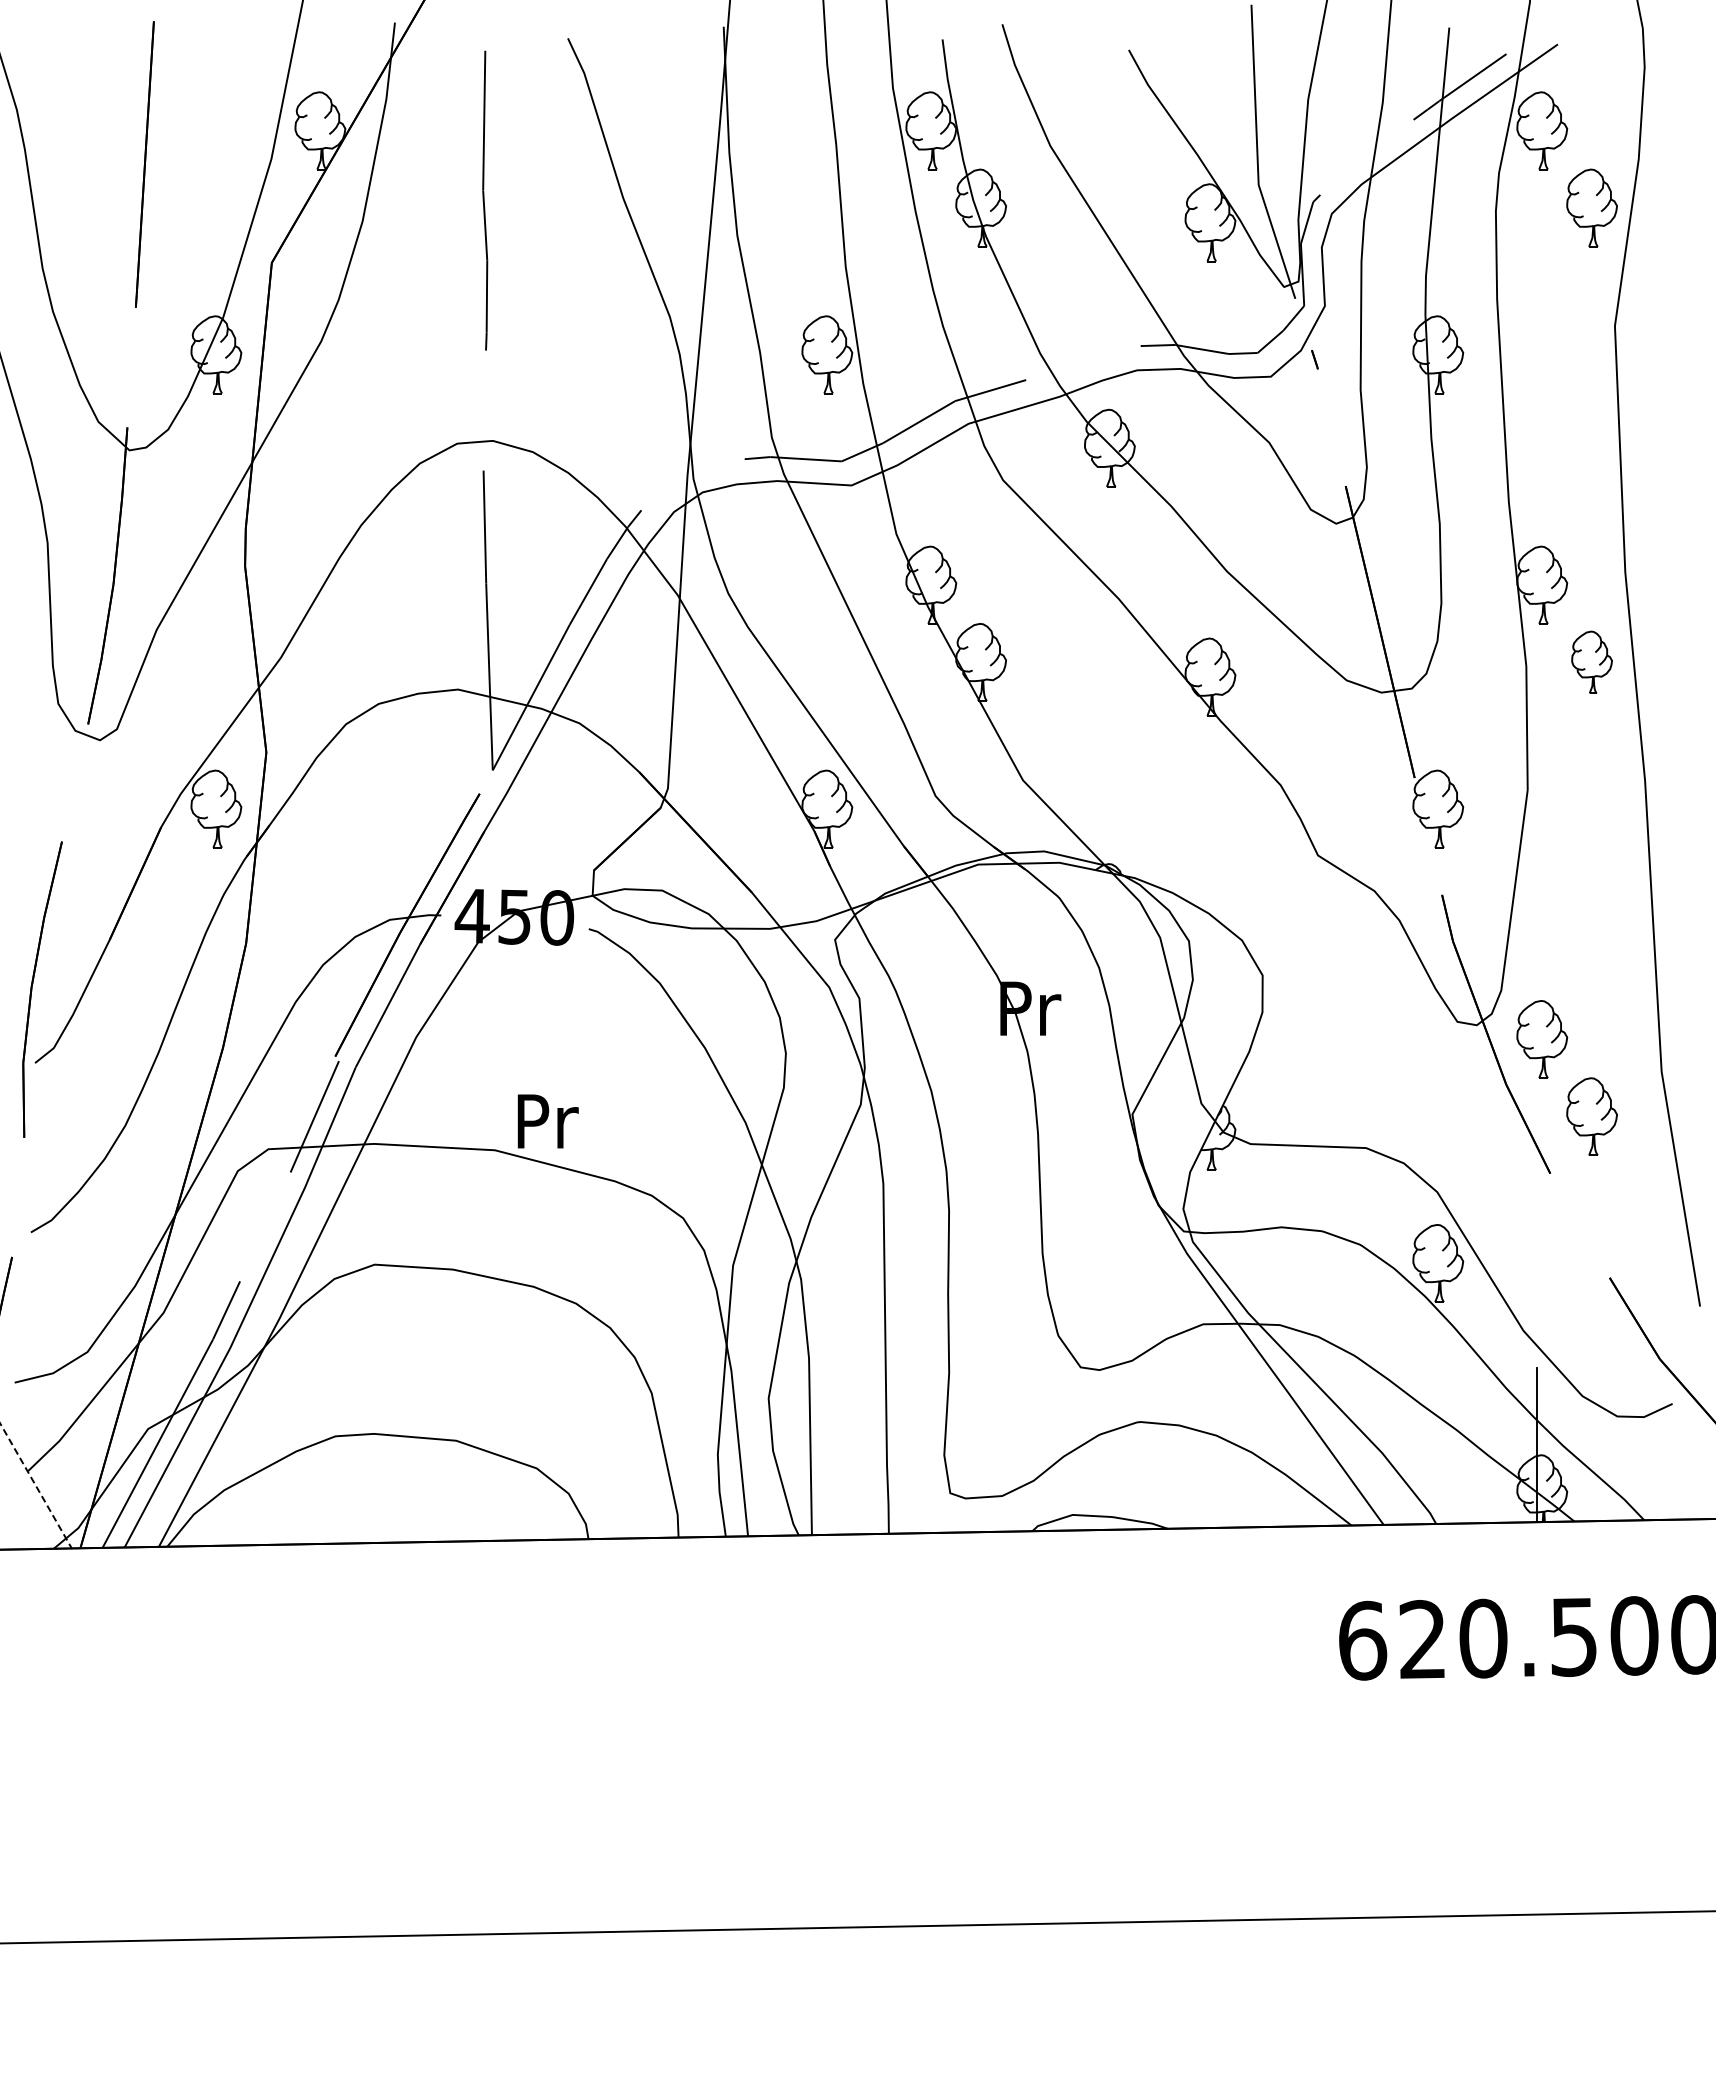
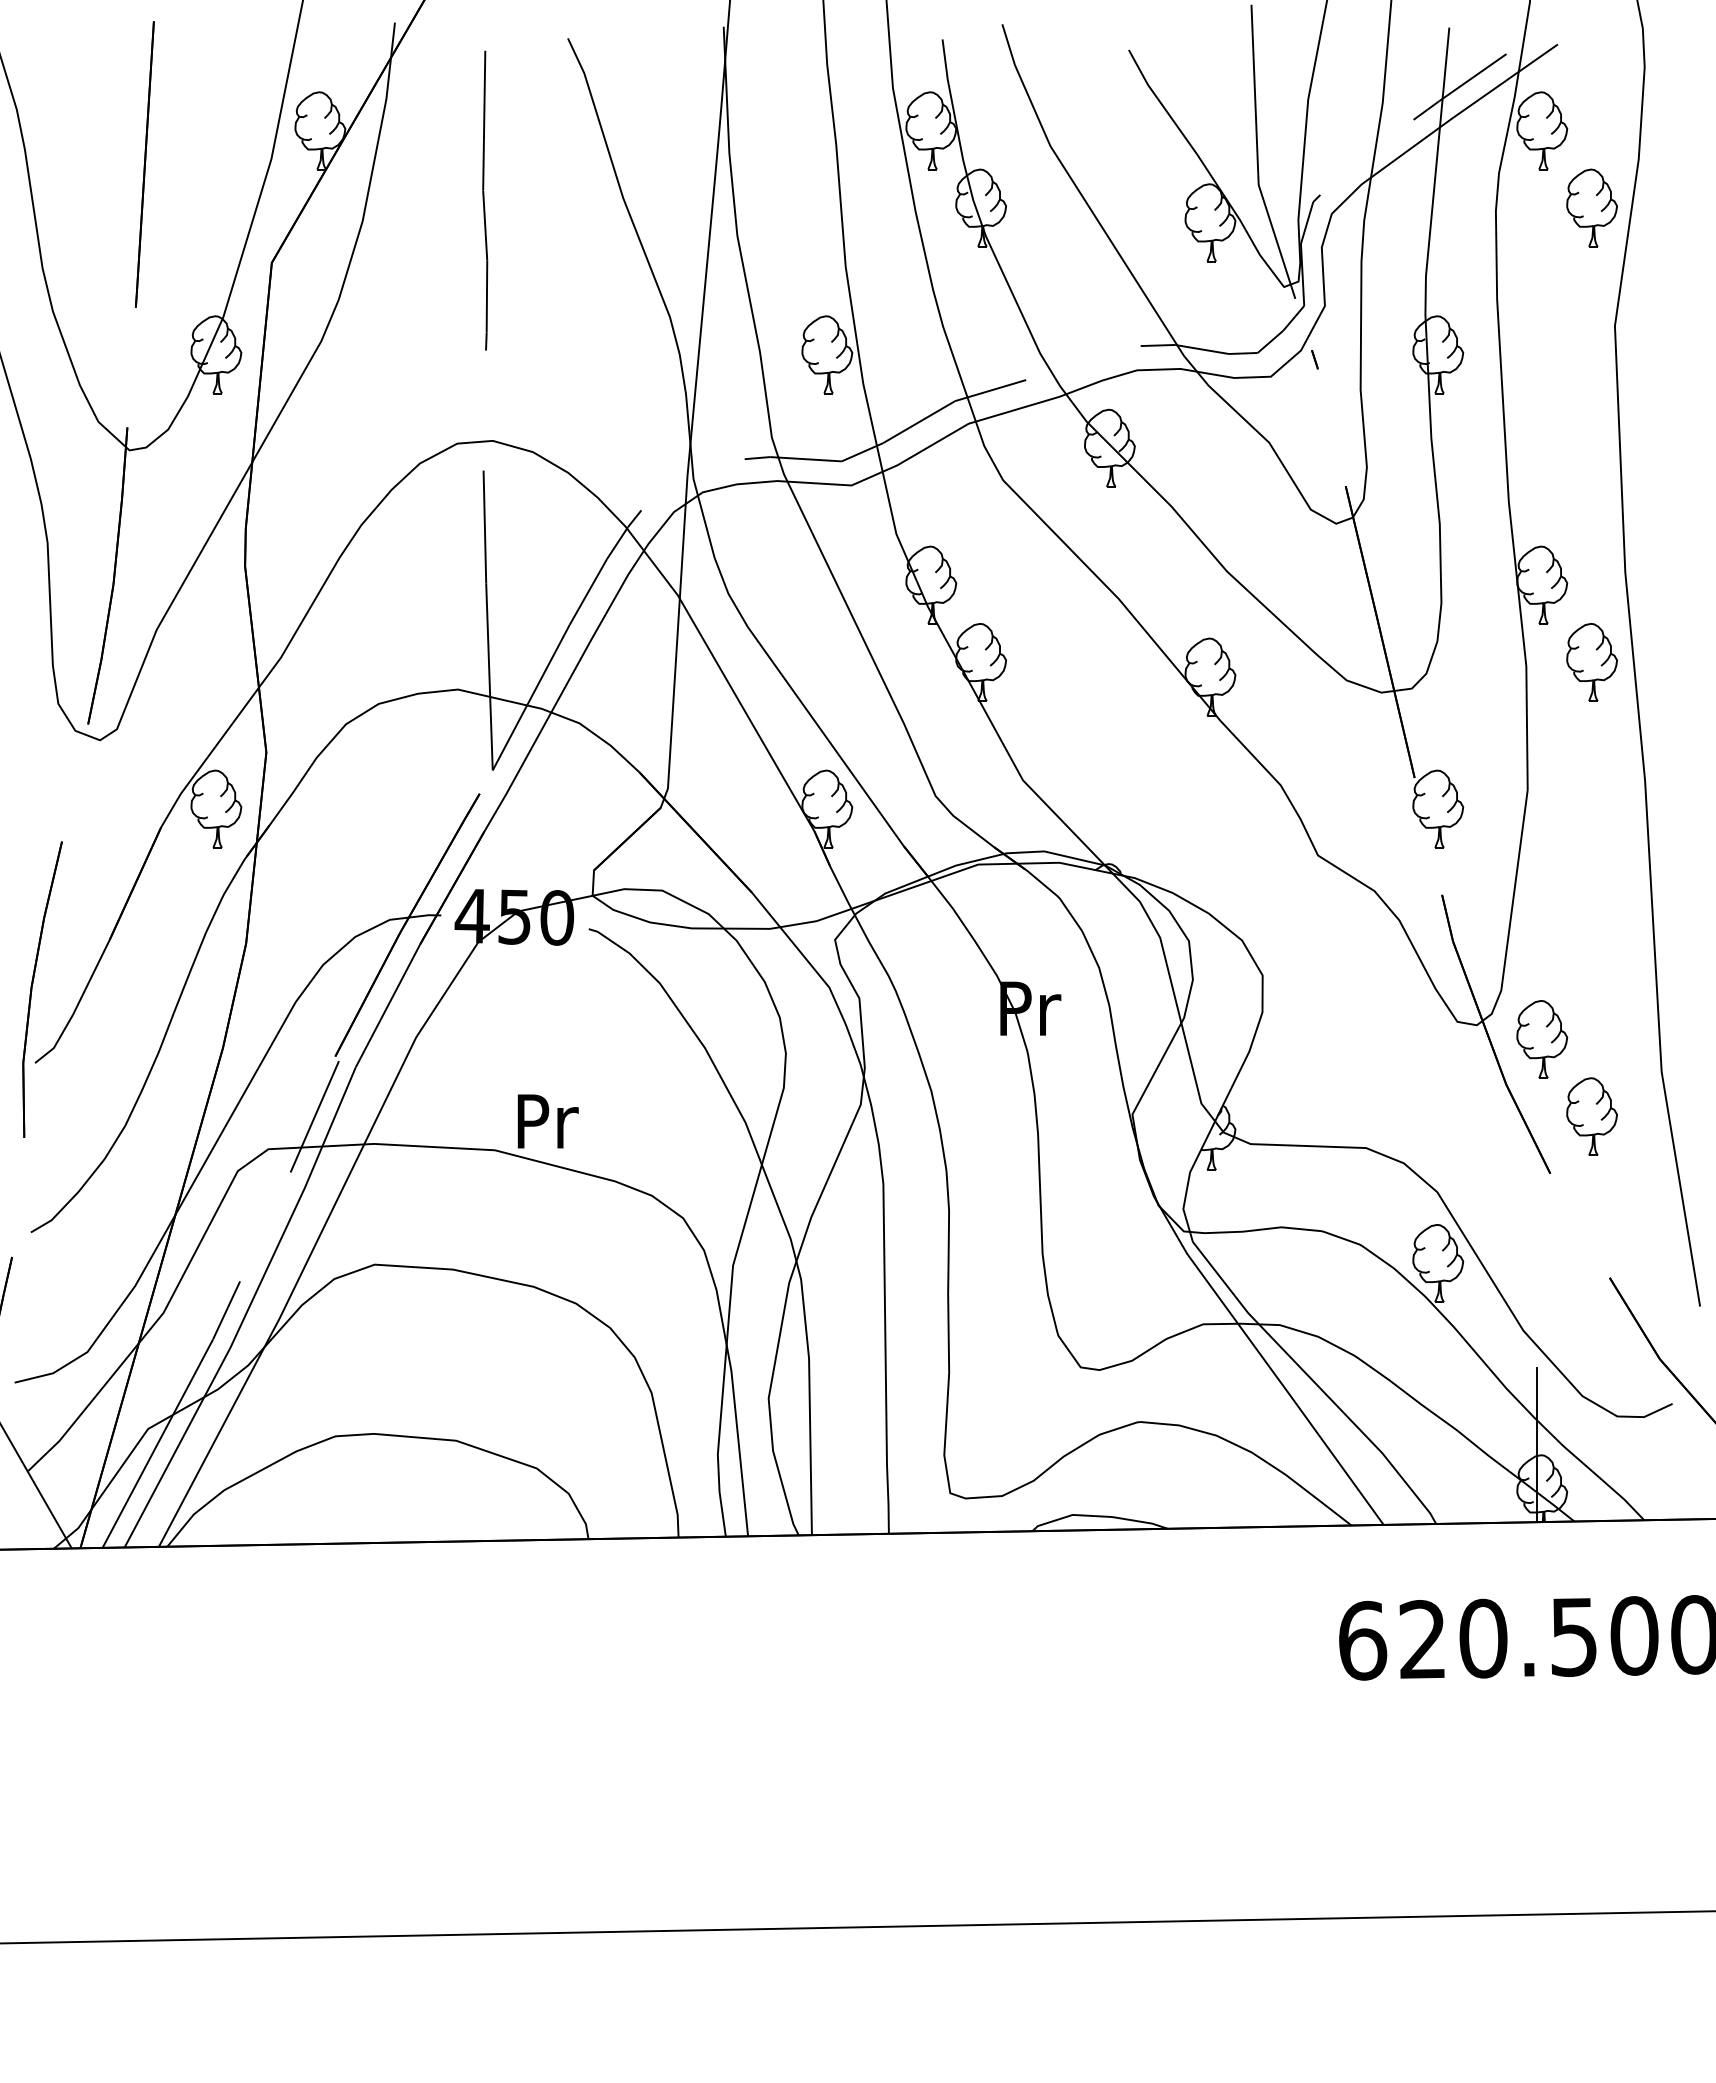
part at (1591, 661) size: 42x64 px -> 52x79 px
line at (36, 1486): dashed -> solid
